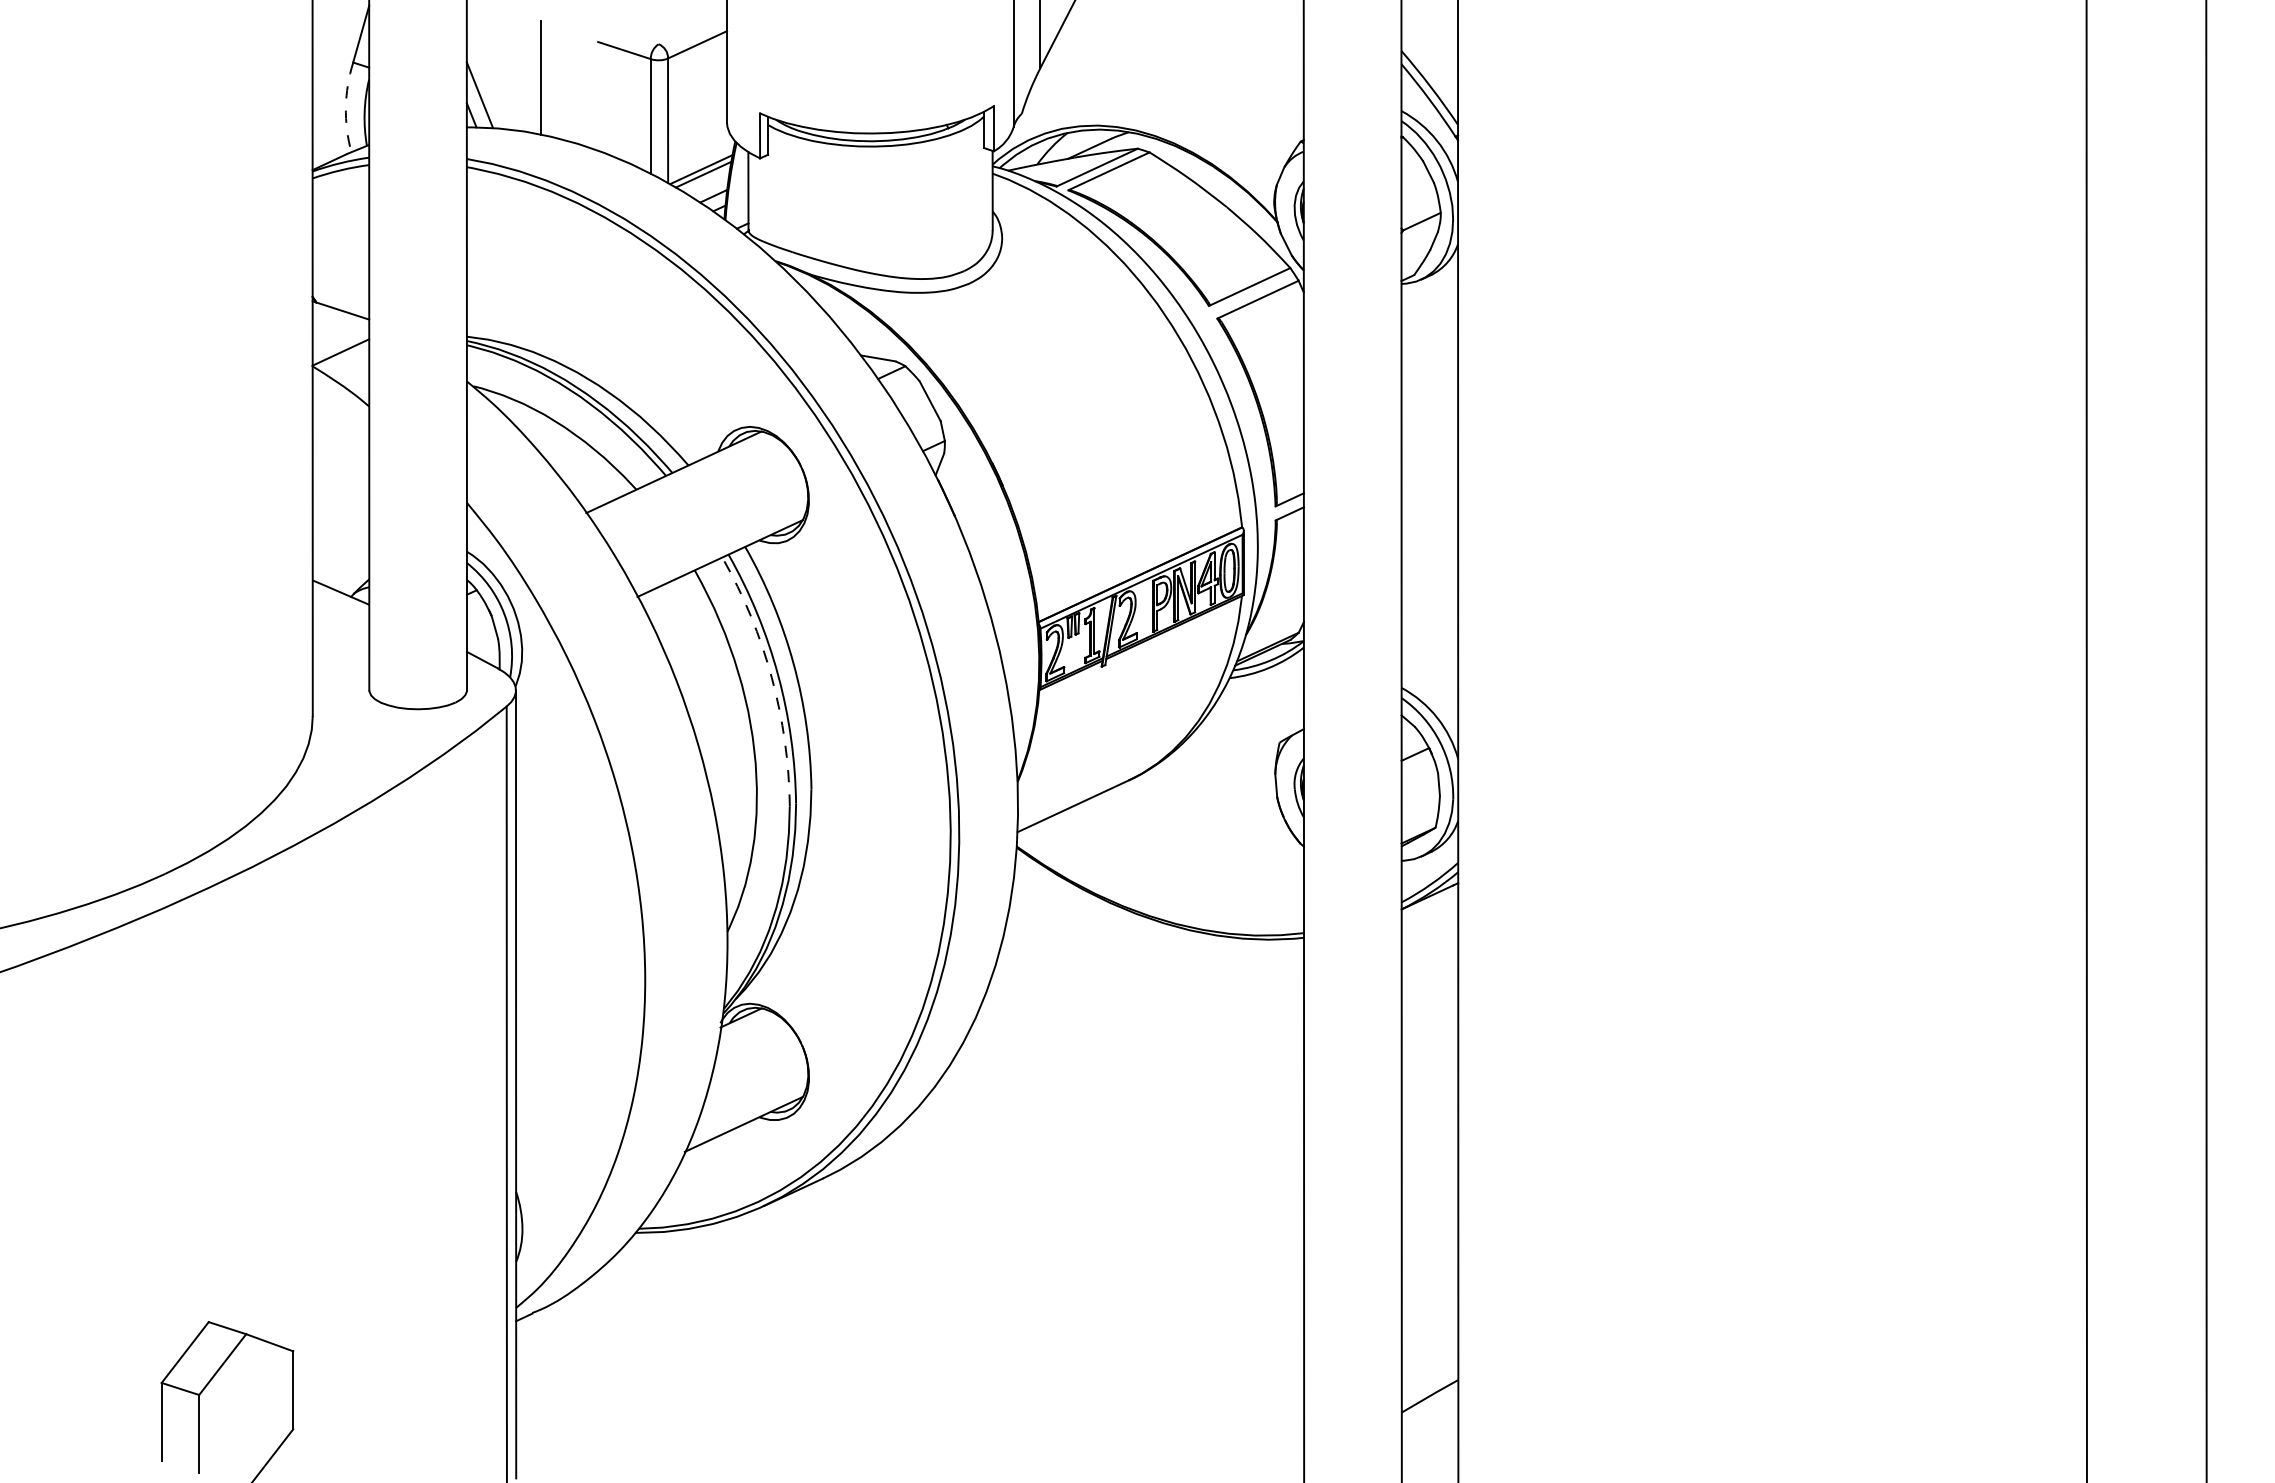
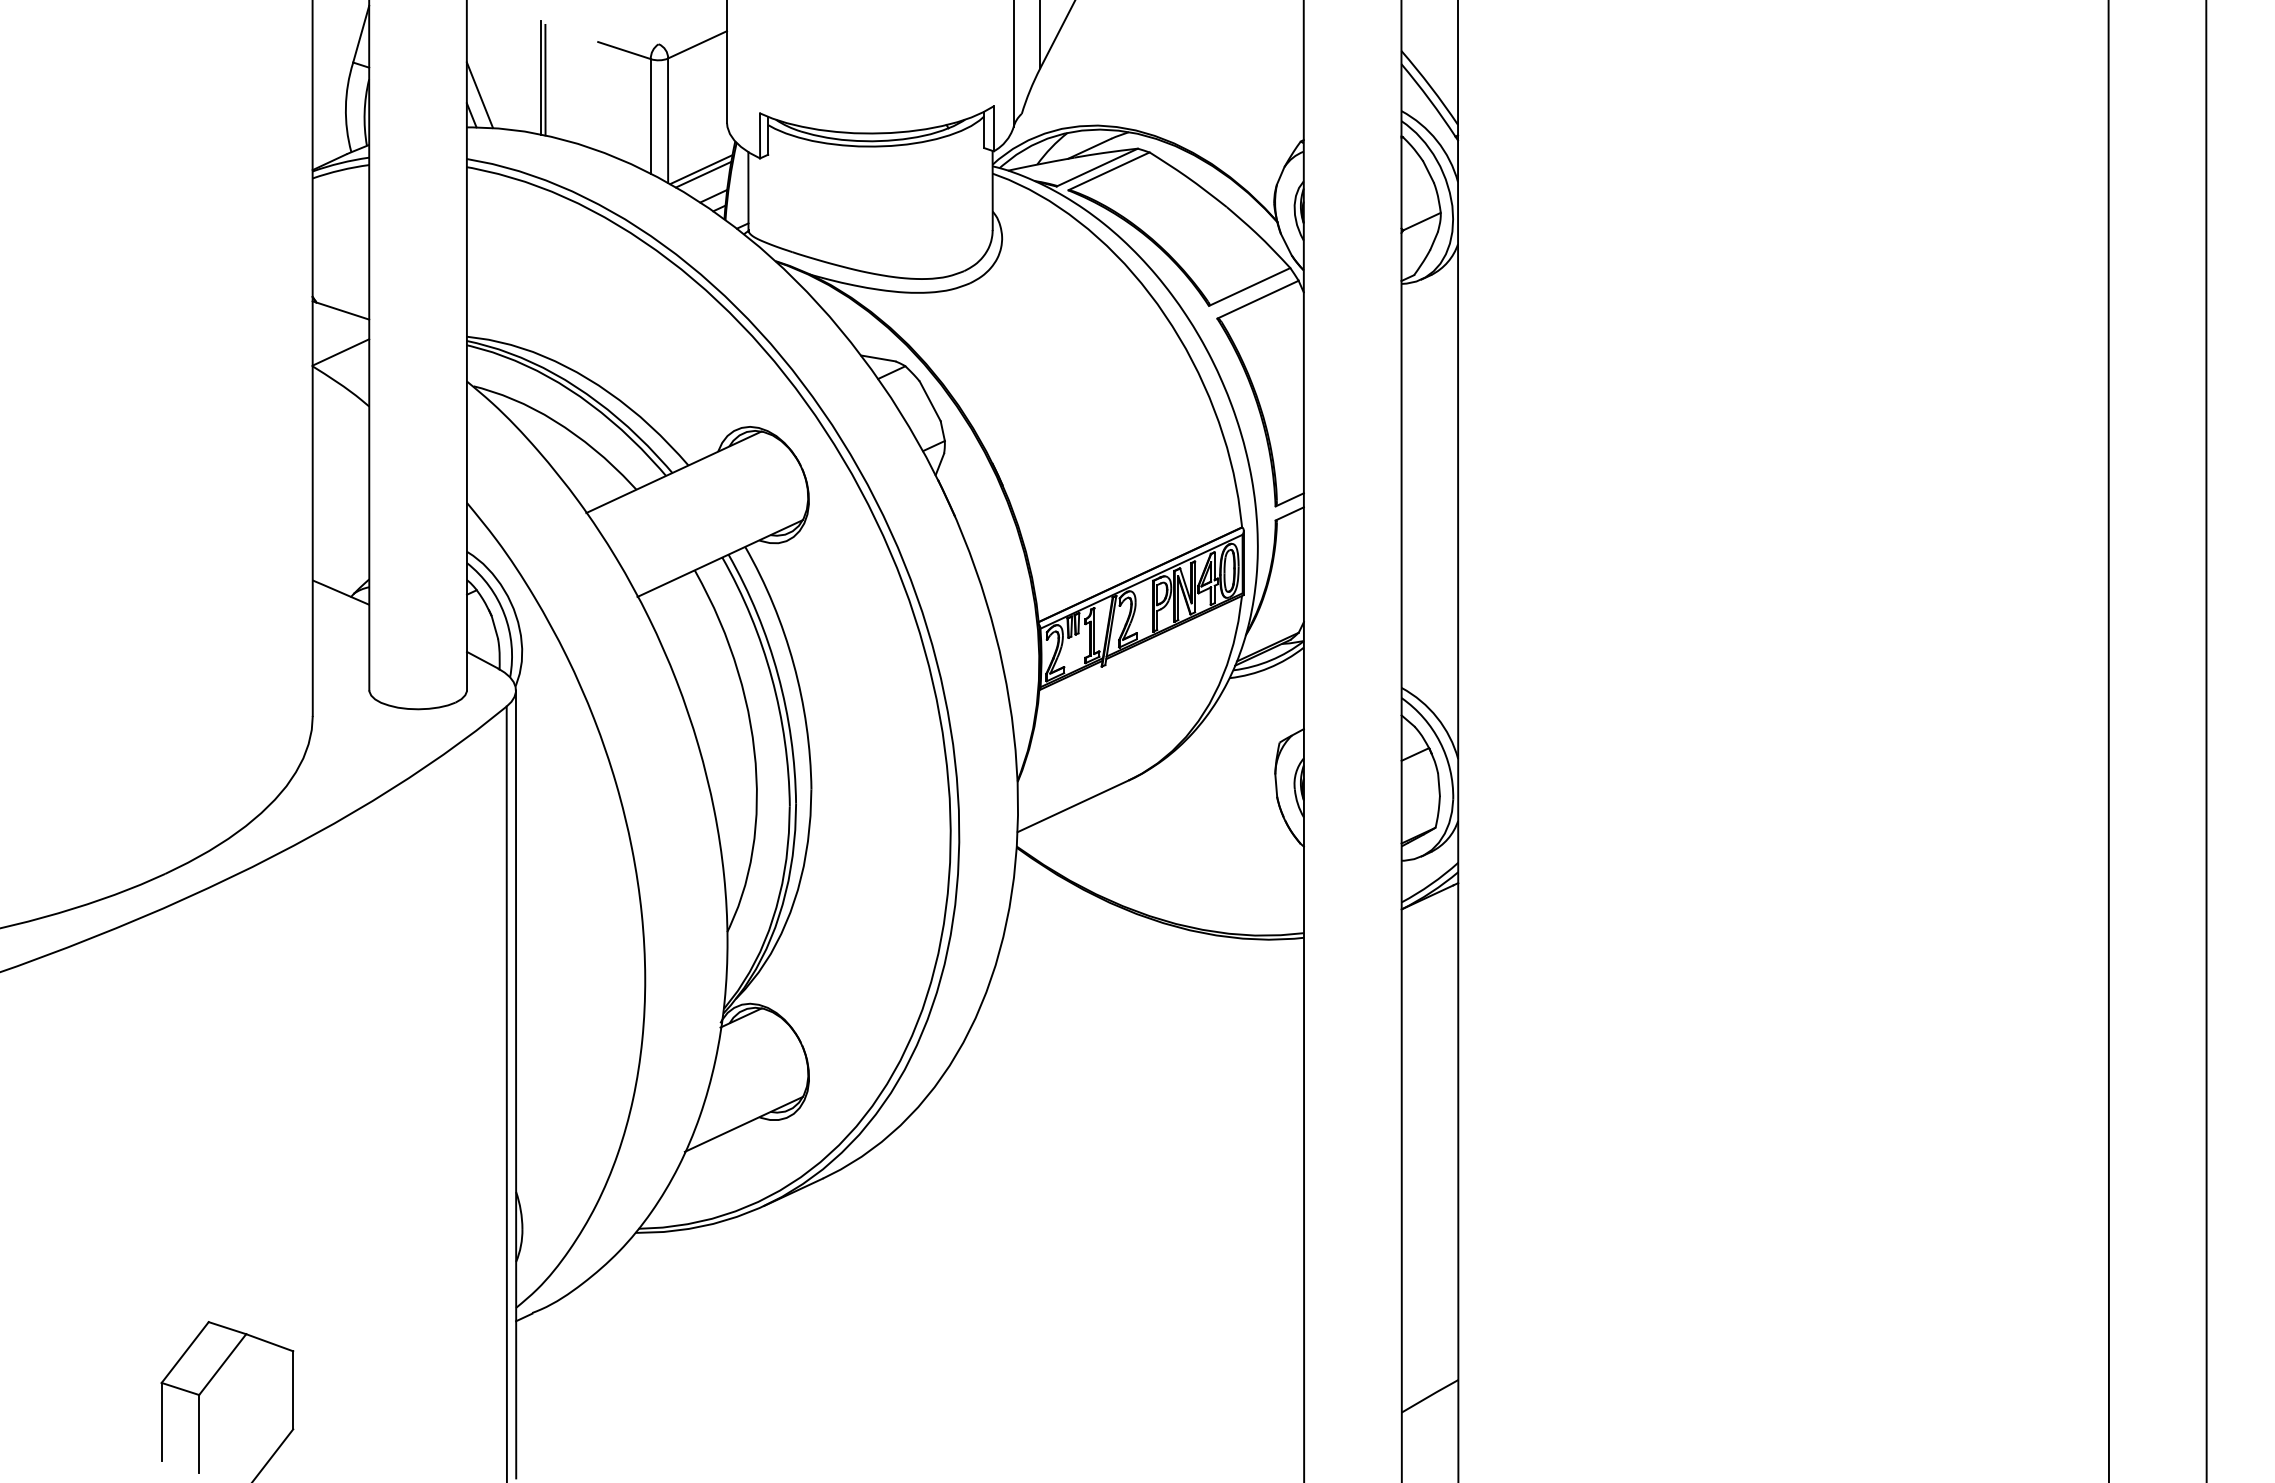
line at (545, 79): none -> present
arc at (345, 107): dashed -> solid
arc at (771, 677): dashed -> solid
line at (2086, 740) position: (2086, 740) -> (2108, 740)
